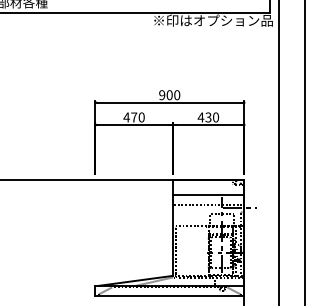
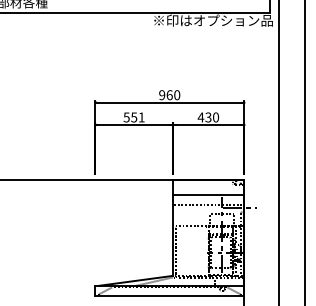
text at (169, 94): 900 -> 960
text at (133, 117): 470 -> 551
